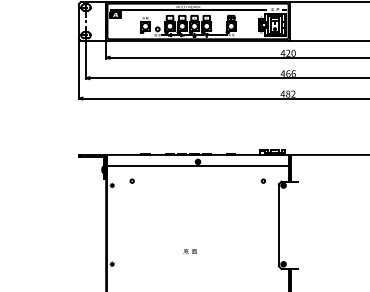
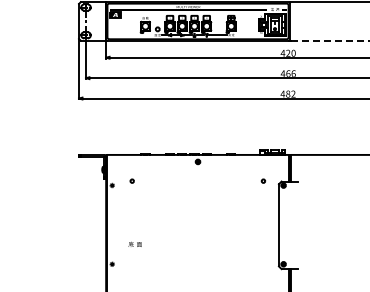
line at (330, 40): solid -> dashed
line at (197, 166): present -> none
text at (189, 250) position: (189, 250) -> (134, 243)
